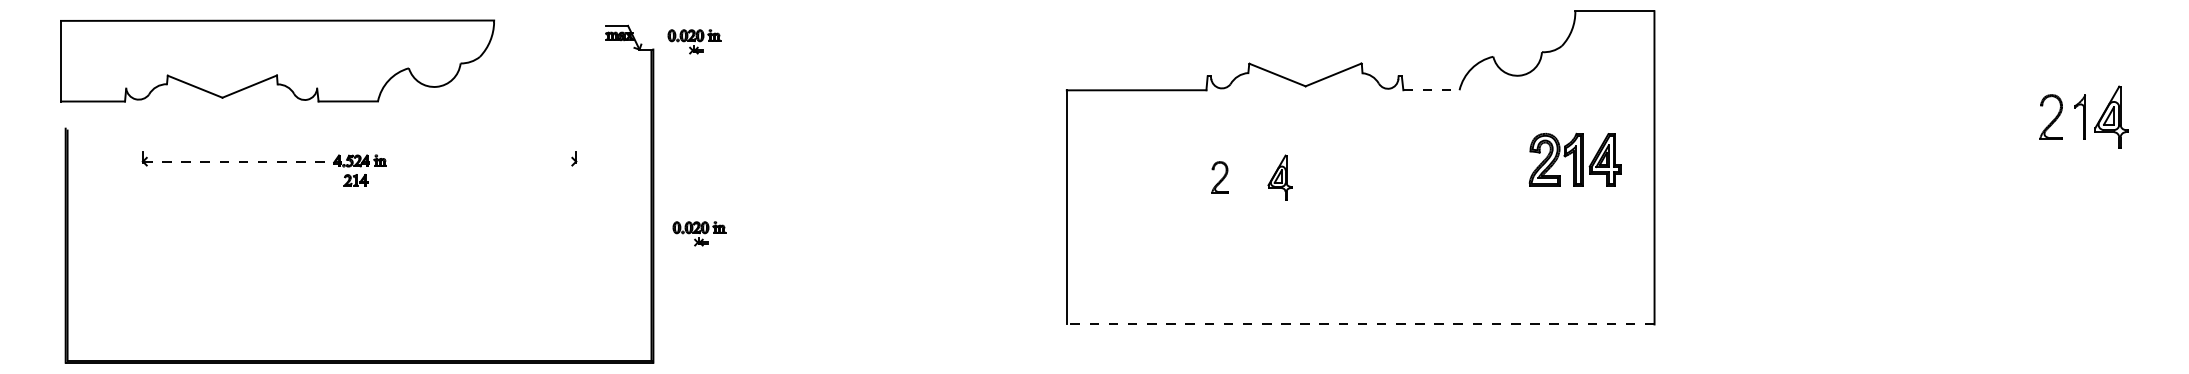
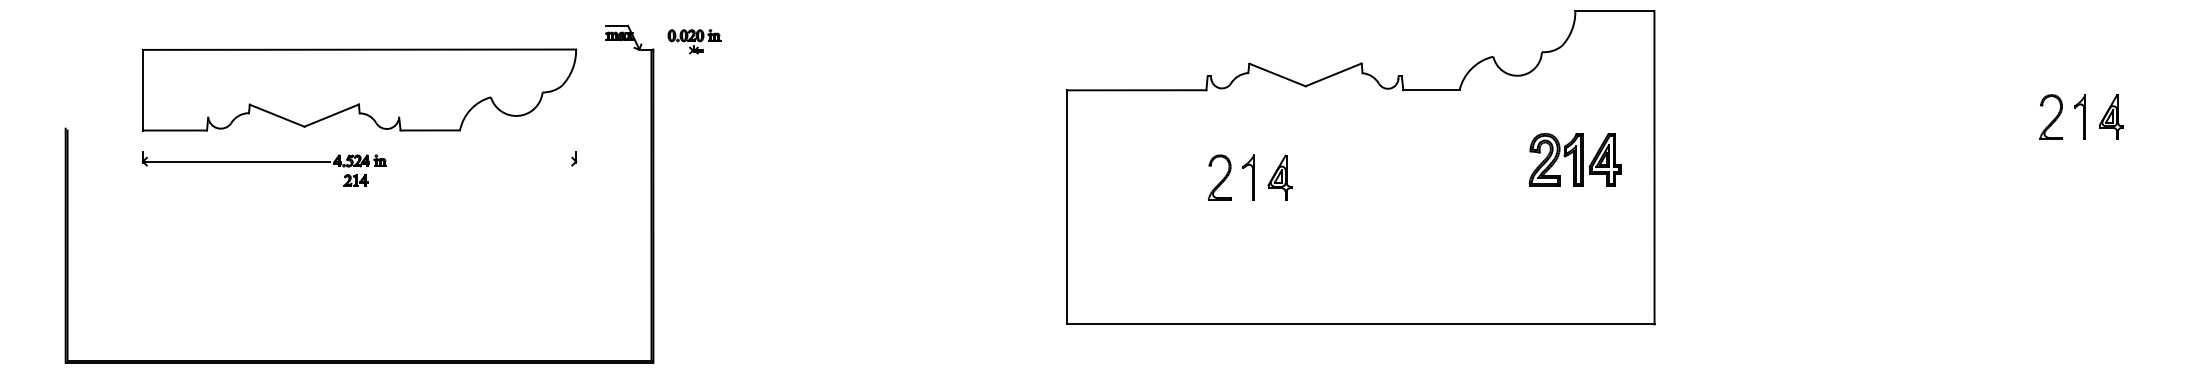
part at (277, 60) position: (277, 60) -> (359, 89)
line at (1431, 90): dashed -> solid
part at (2111, 116) size: 35x64 px -> 25x46 px
line at (236, 161): dashed -> solid
part at (1219, 177) size: 18x33 px -> 24x47 px
part at (1248, 177): none -> present
part at (699, 233): present -> none
line at (1360, 324): dashed -> solid
